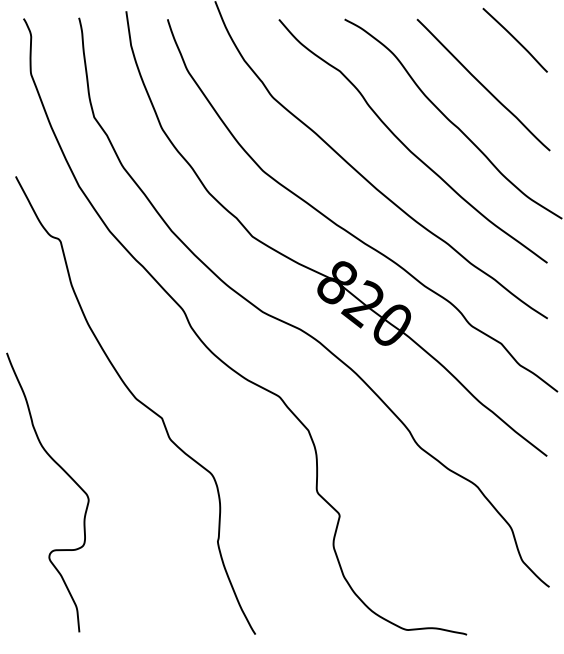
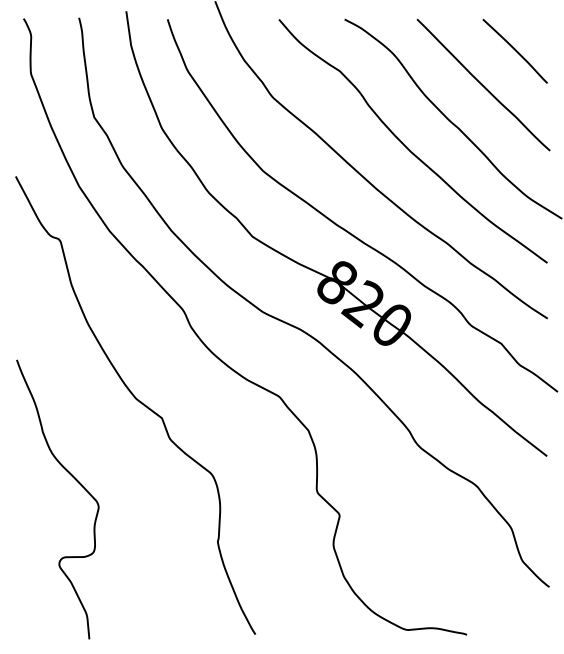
line at (514, 39) position: (514, 39) -> (514, 50)
curve at (65, 473) position: (65, 473) -> (75, 480)
